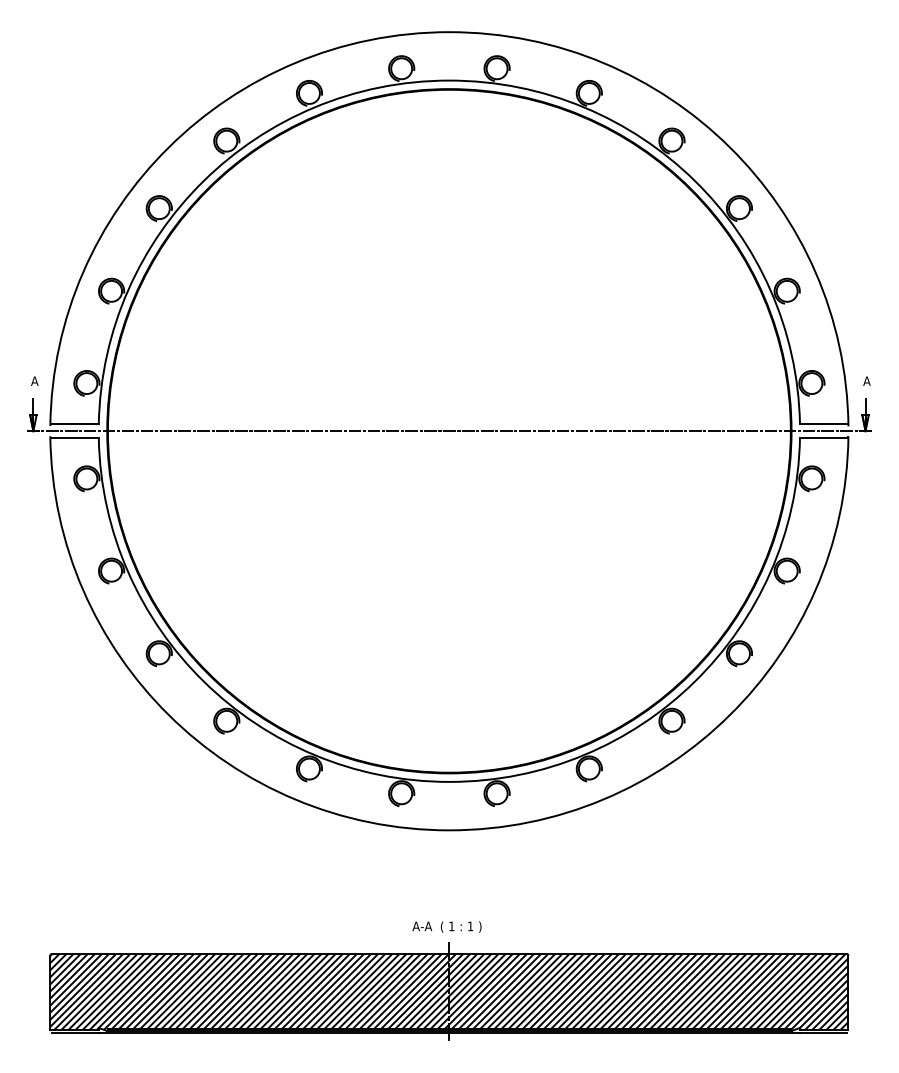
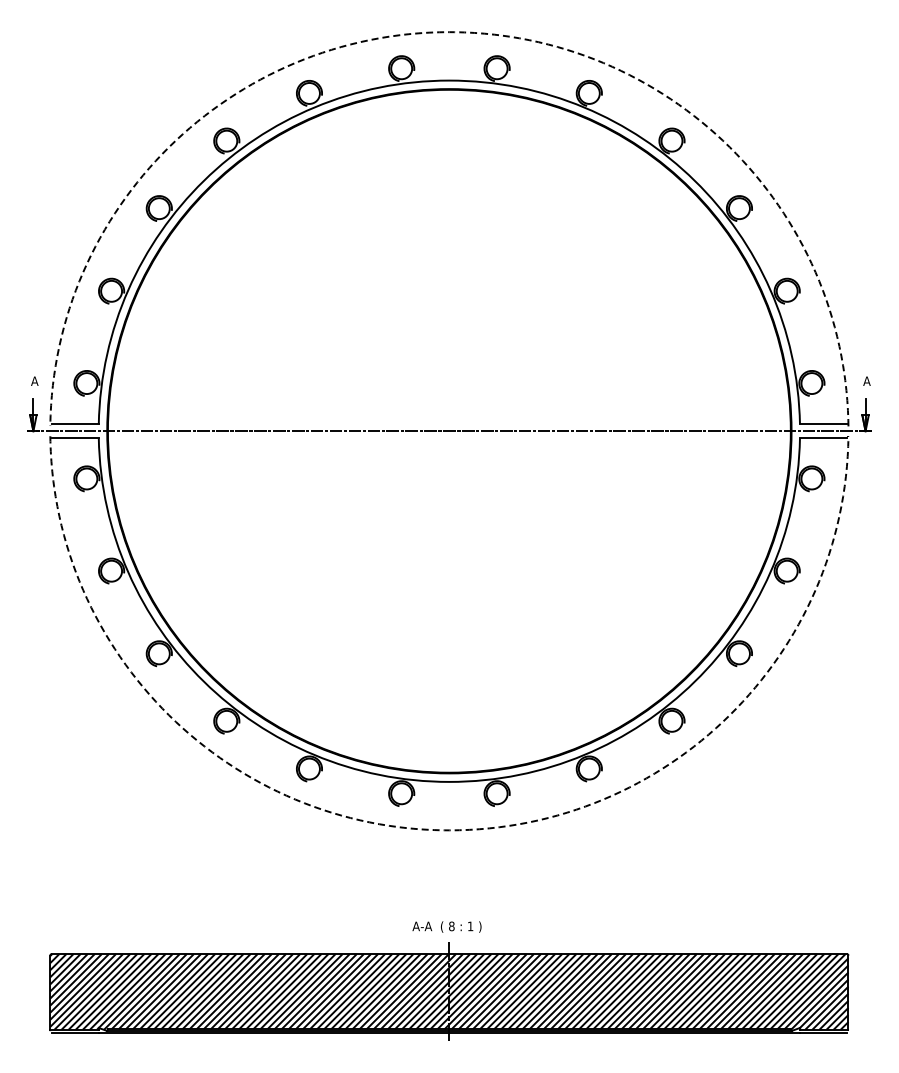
arc at (449, 32): solid -> dashed
arc at (449, 830): solid -> dashed
text at (451, 926): 1 -> 8
